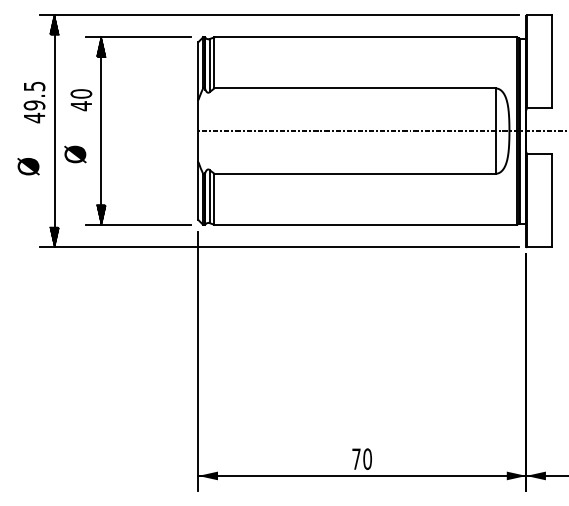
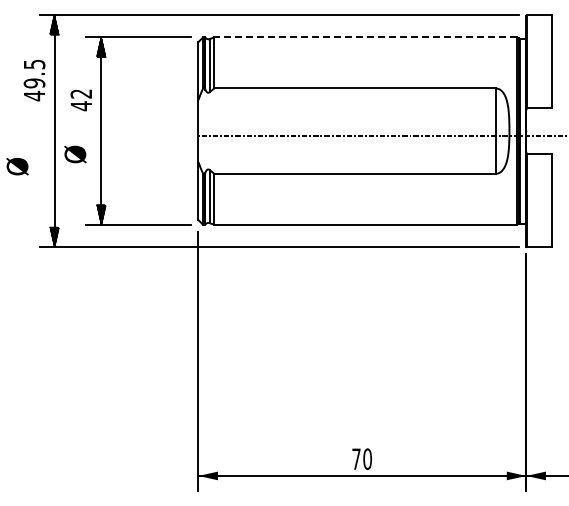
line at (365, 37): solid -> dashed
text at (81, 93): 40 -> 42
text at (34, 102) position: (34, 102) -> (34, 80)
line at (381, 131) position: (381, 131) -> (381, 136)
text at (28, 166) position: (28, 166) -> (17, 166)
